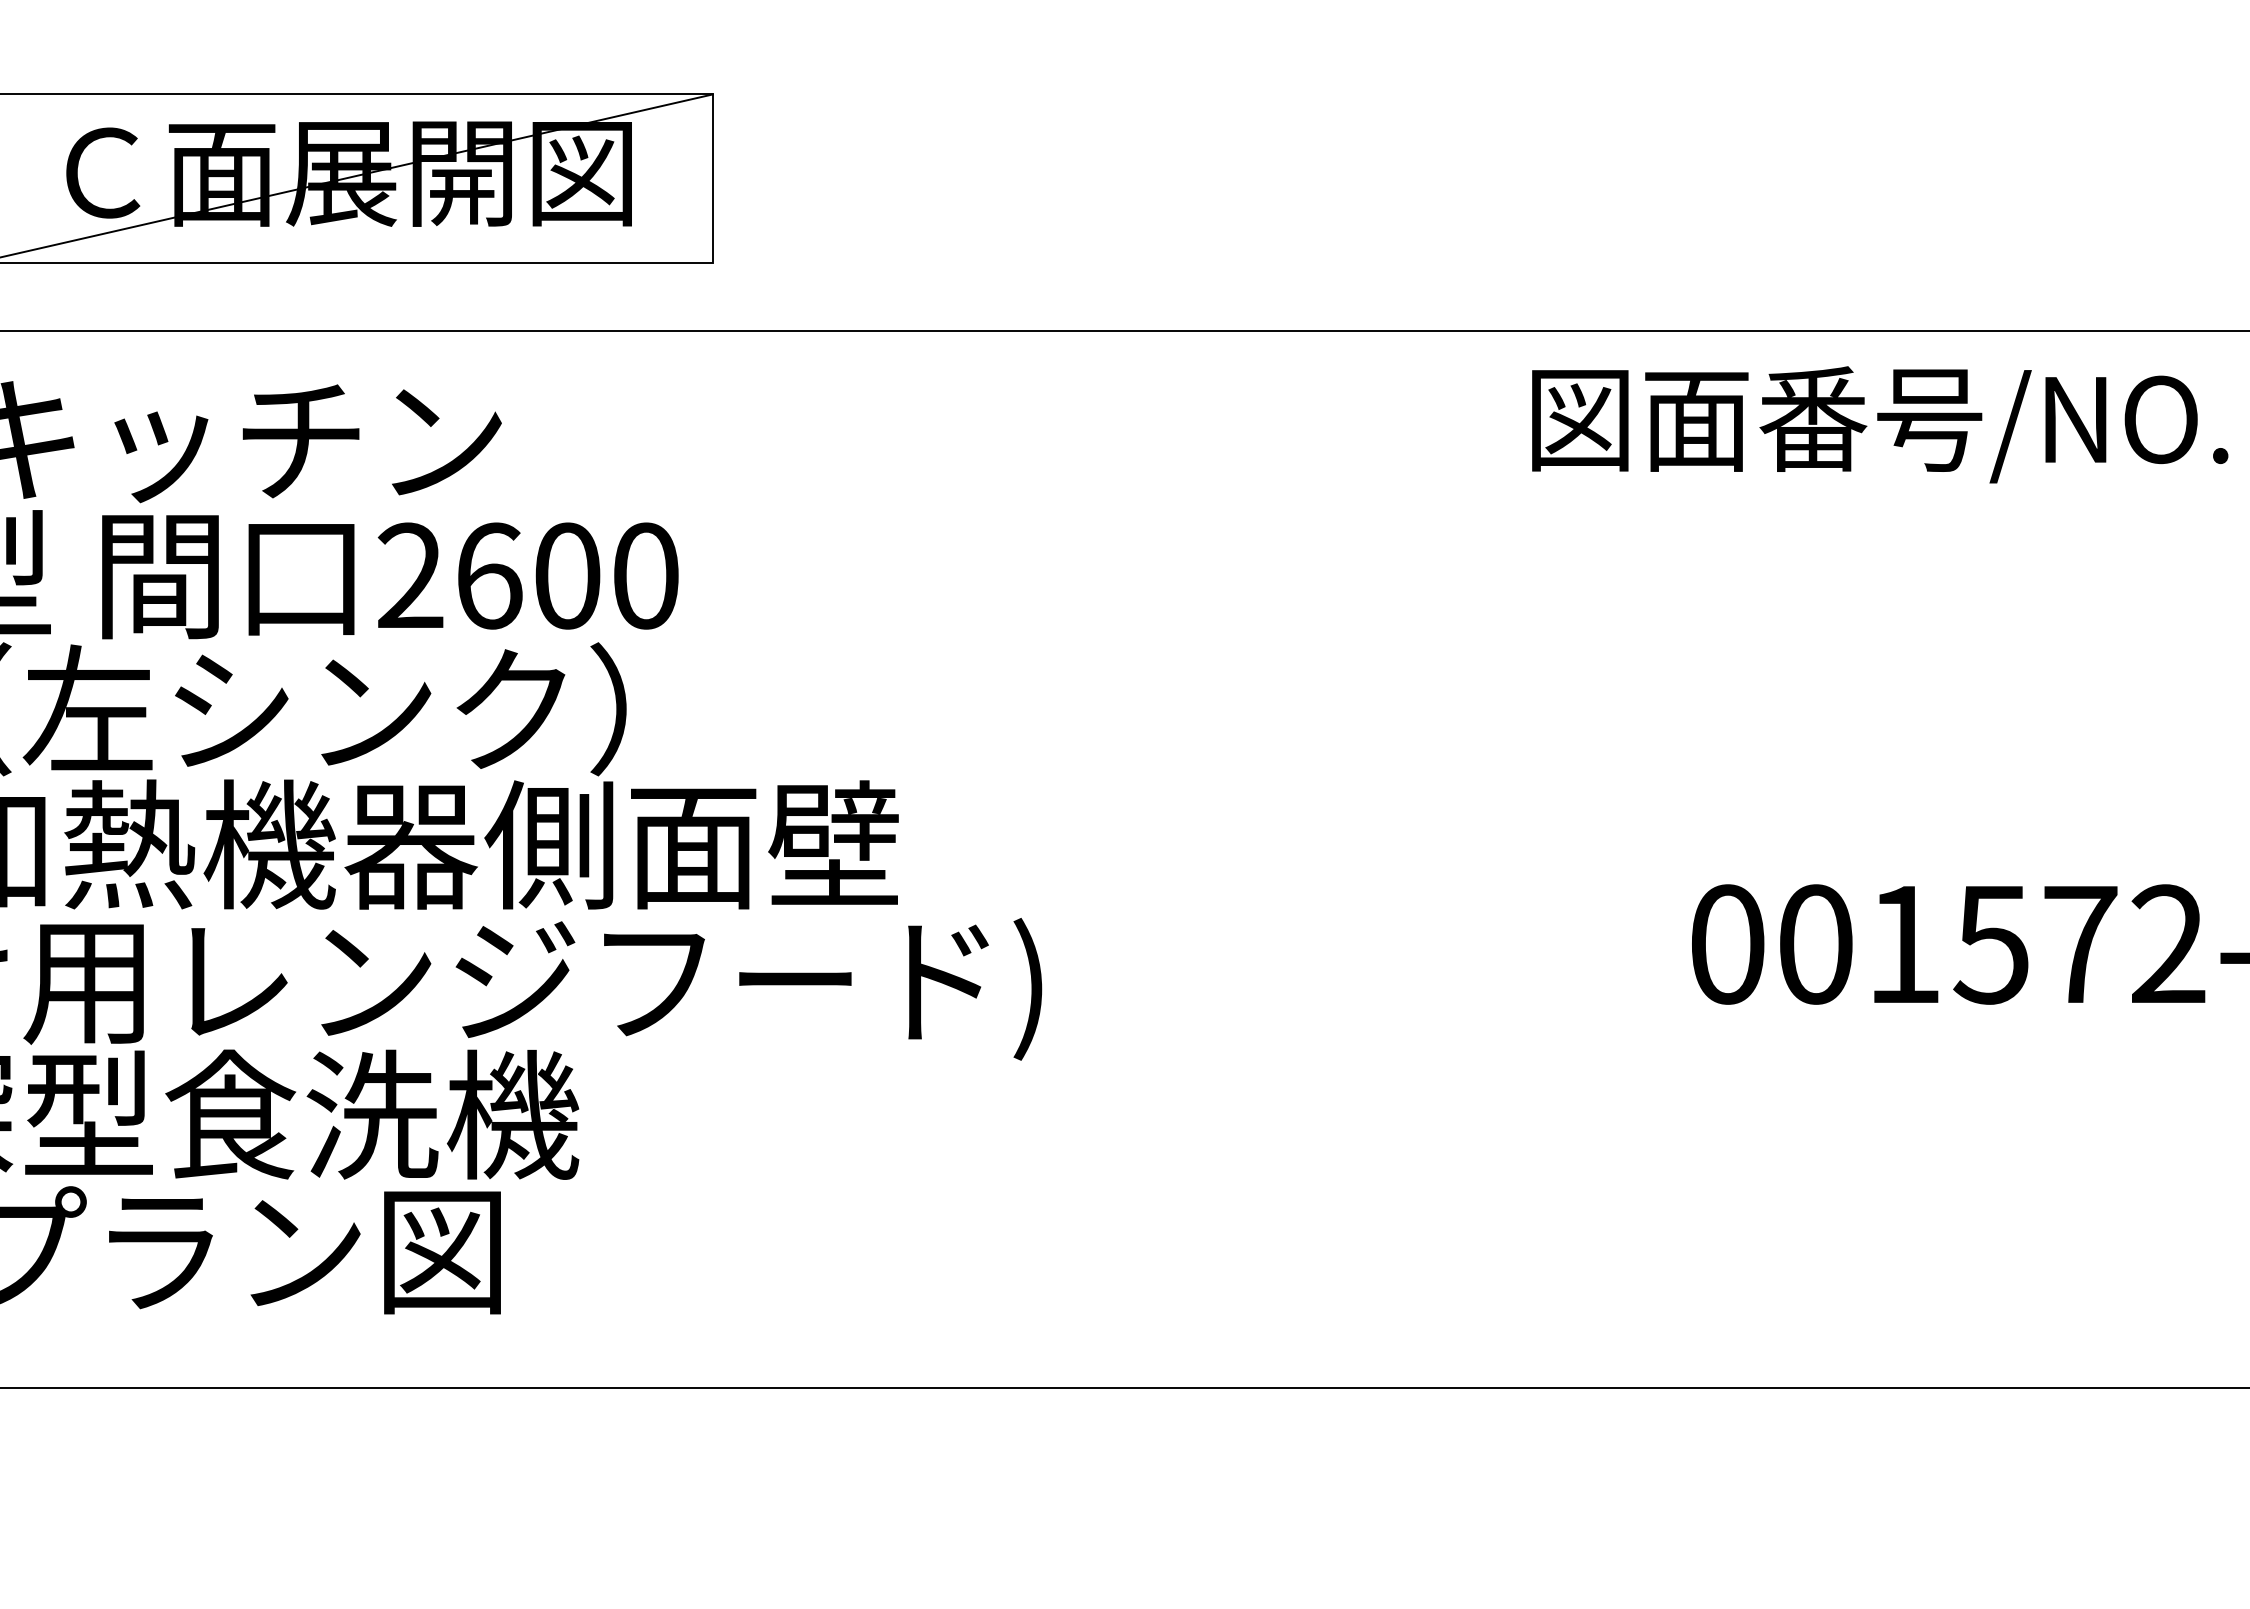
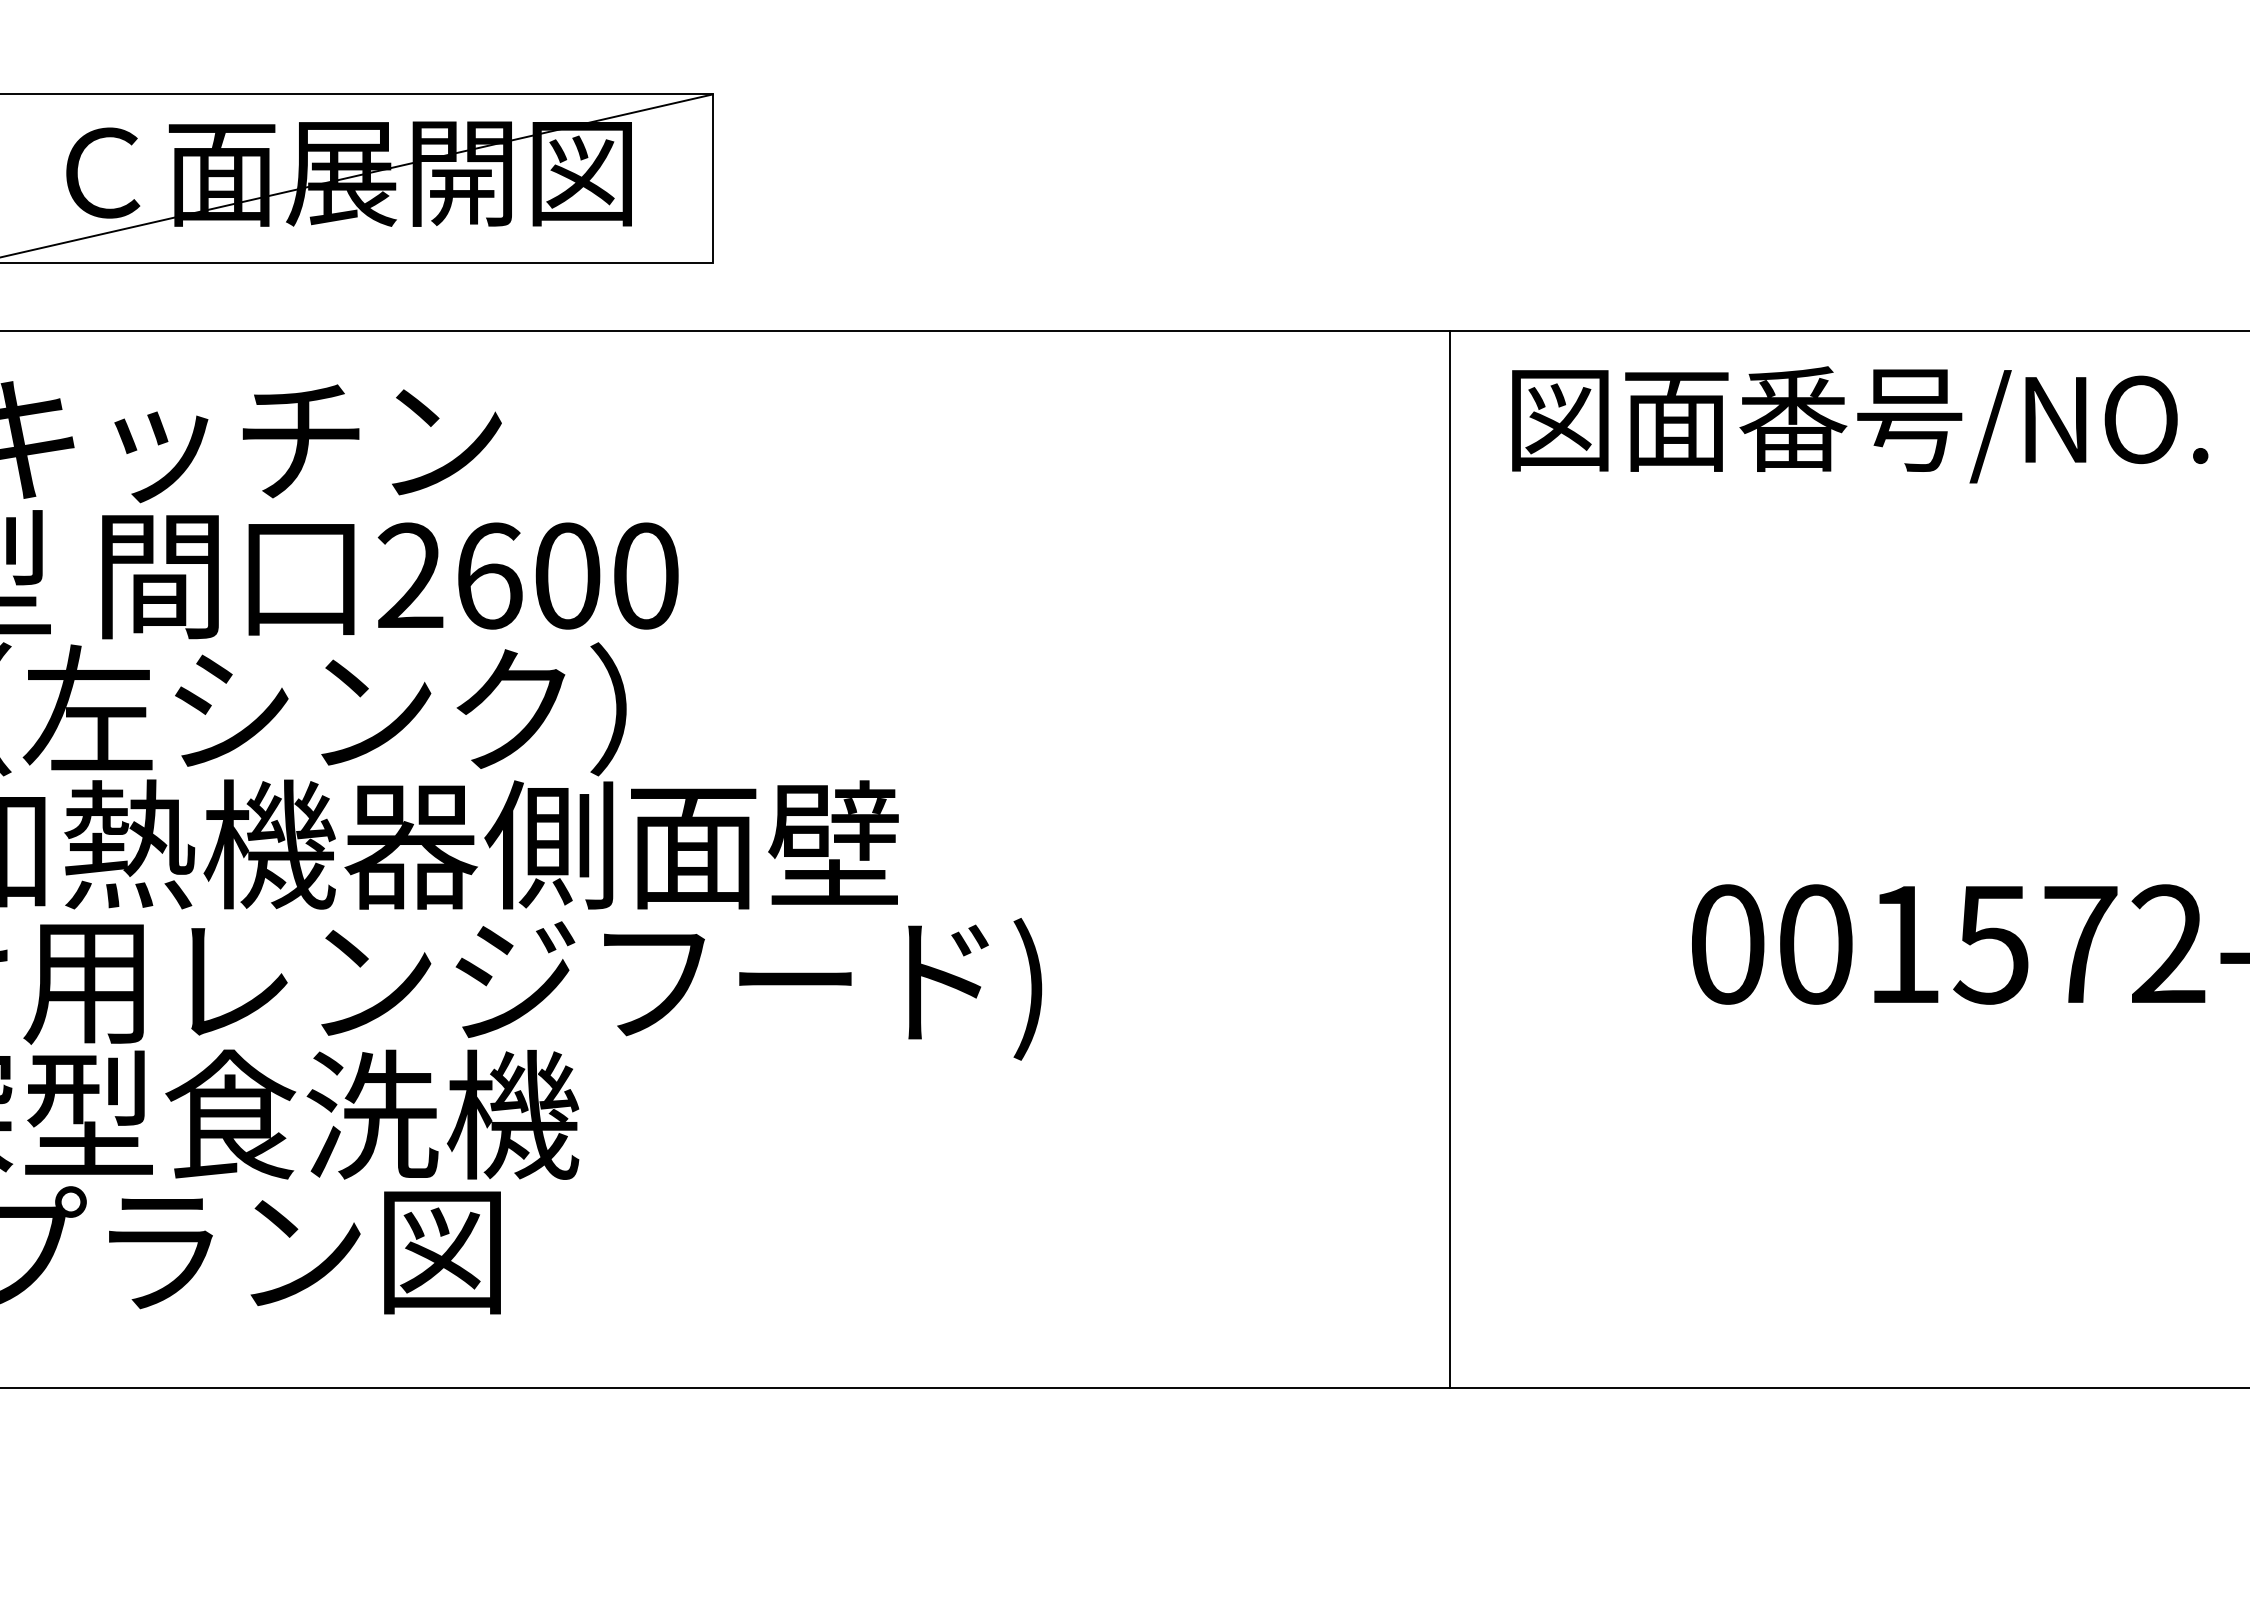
text at (1880, 424) position: (1880, 424) -> (1860, 424)
line at (1450, 859): none -> present
